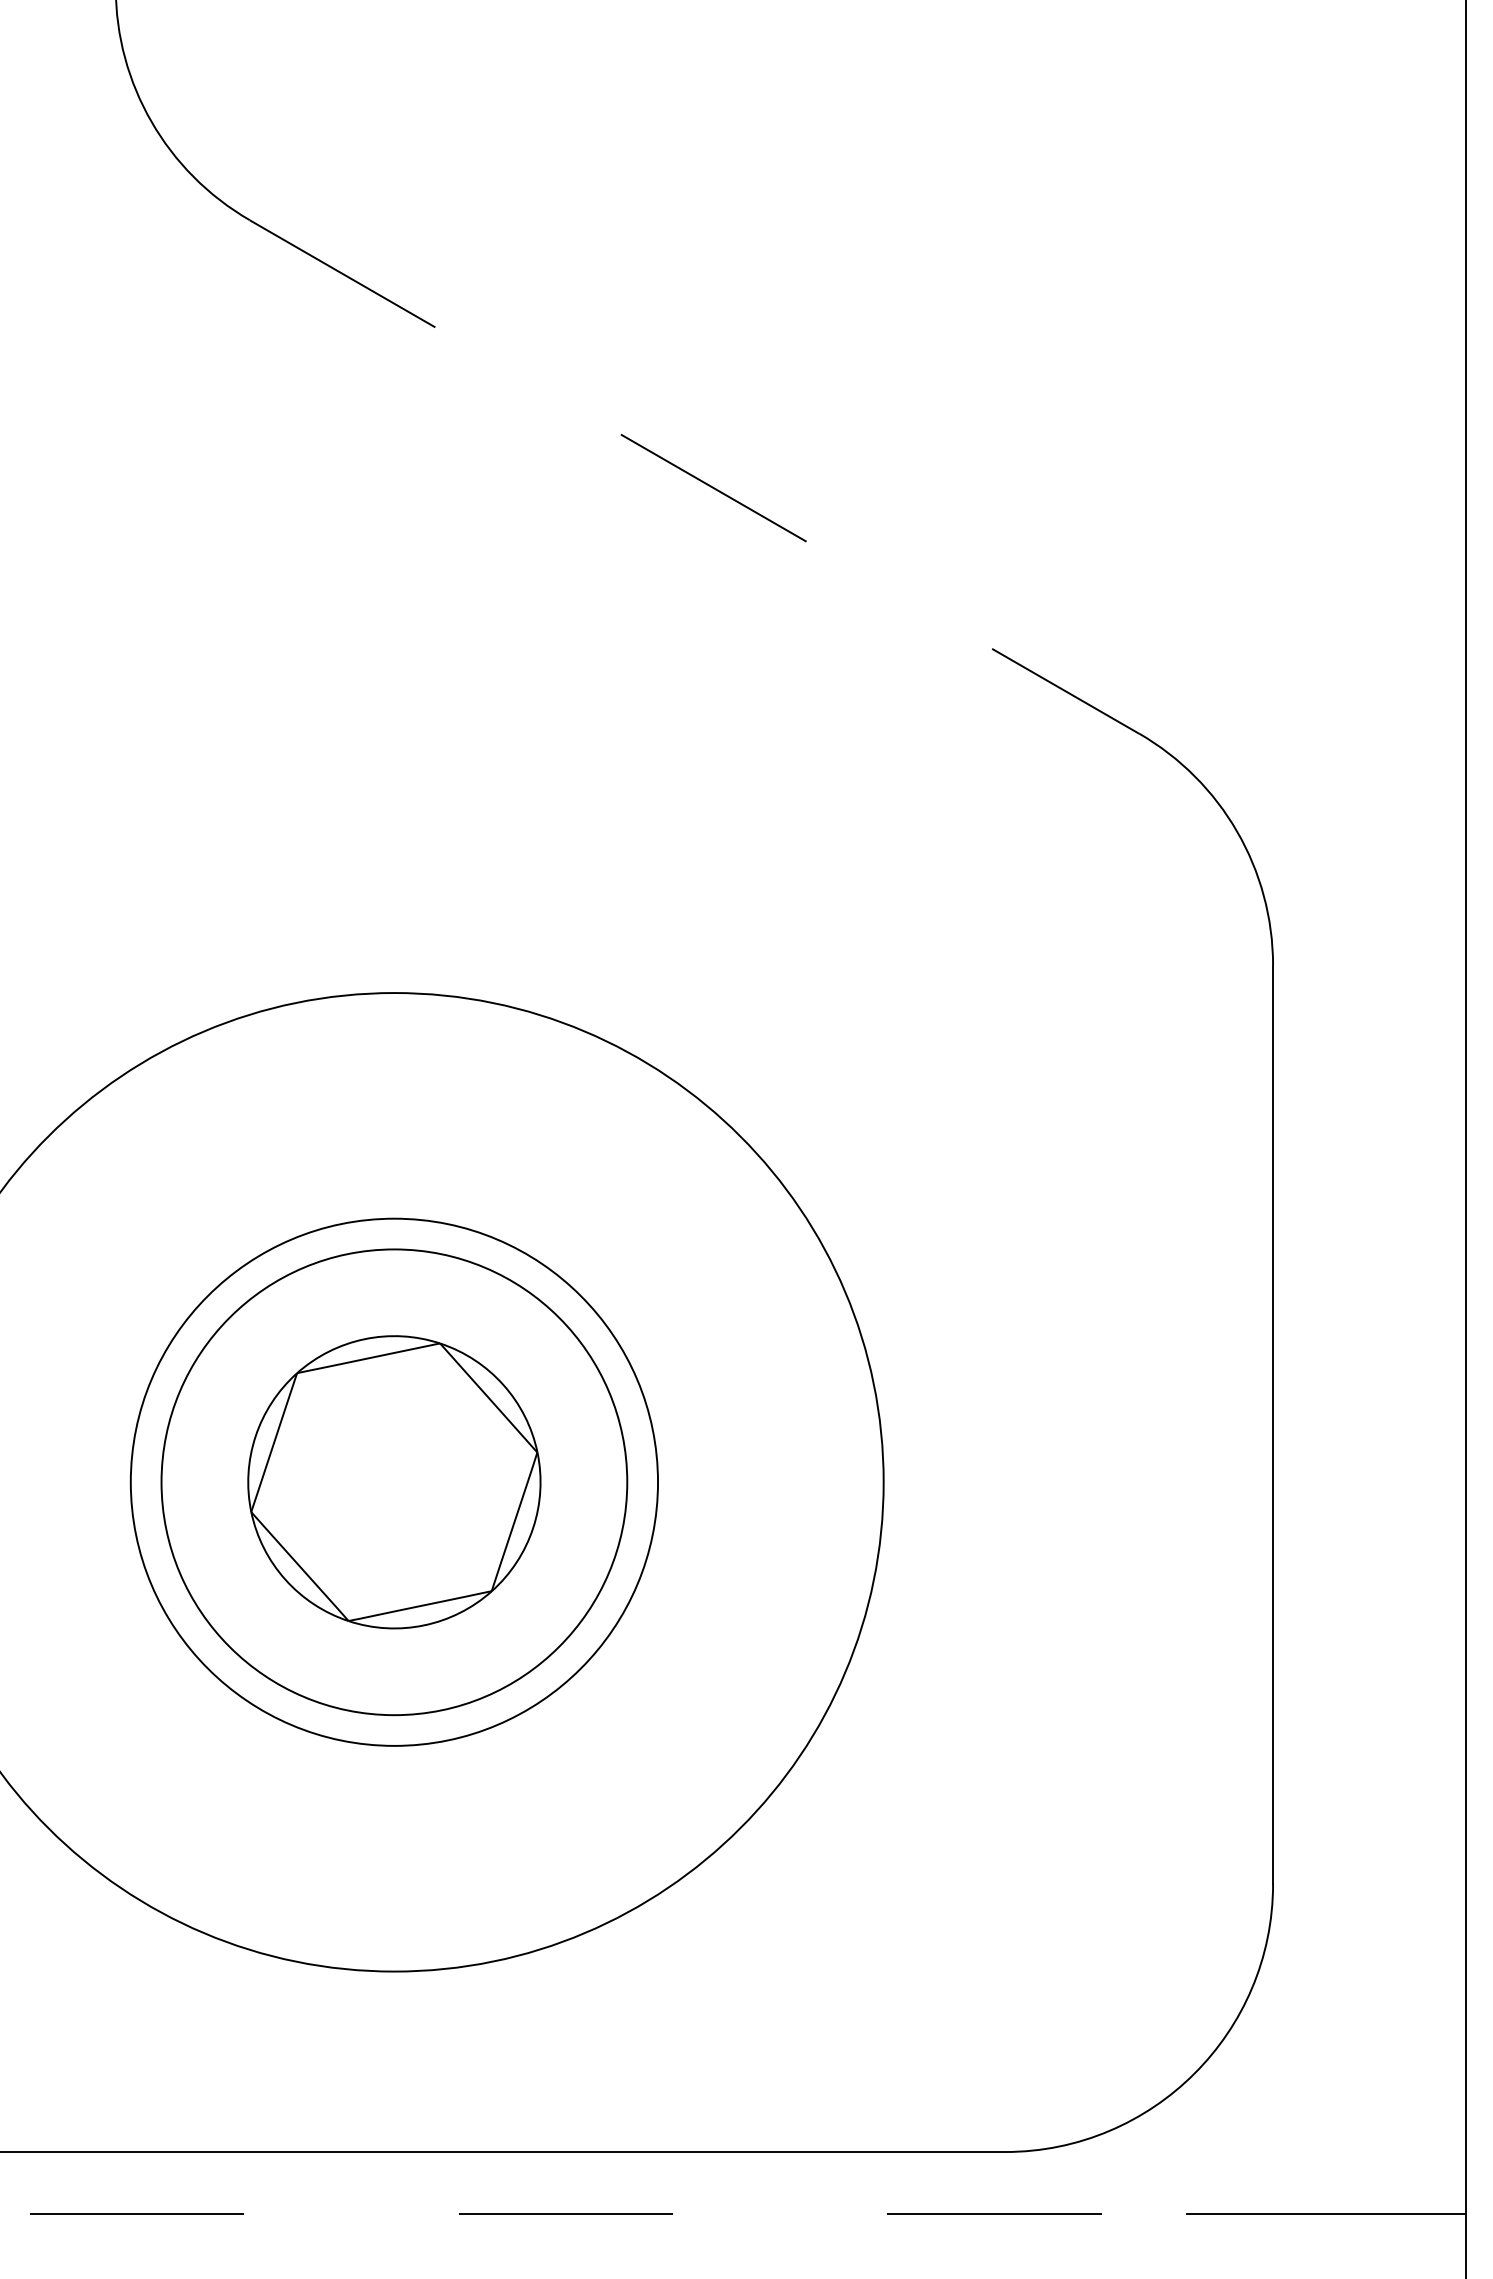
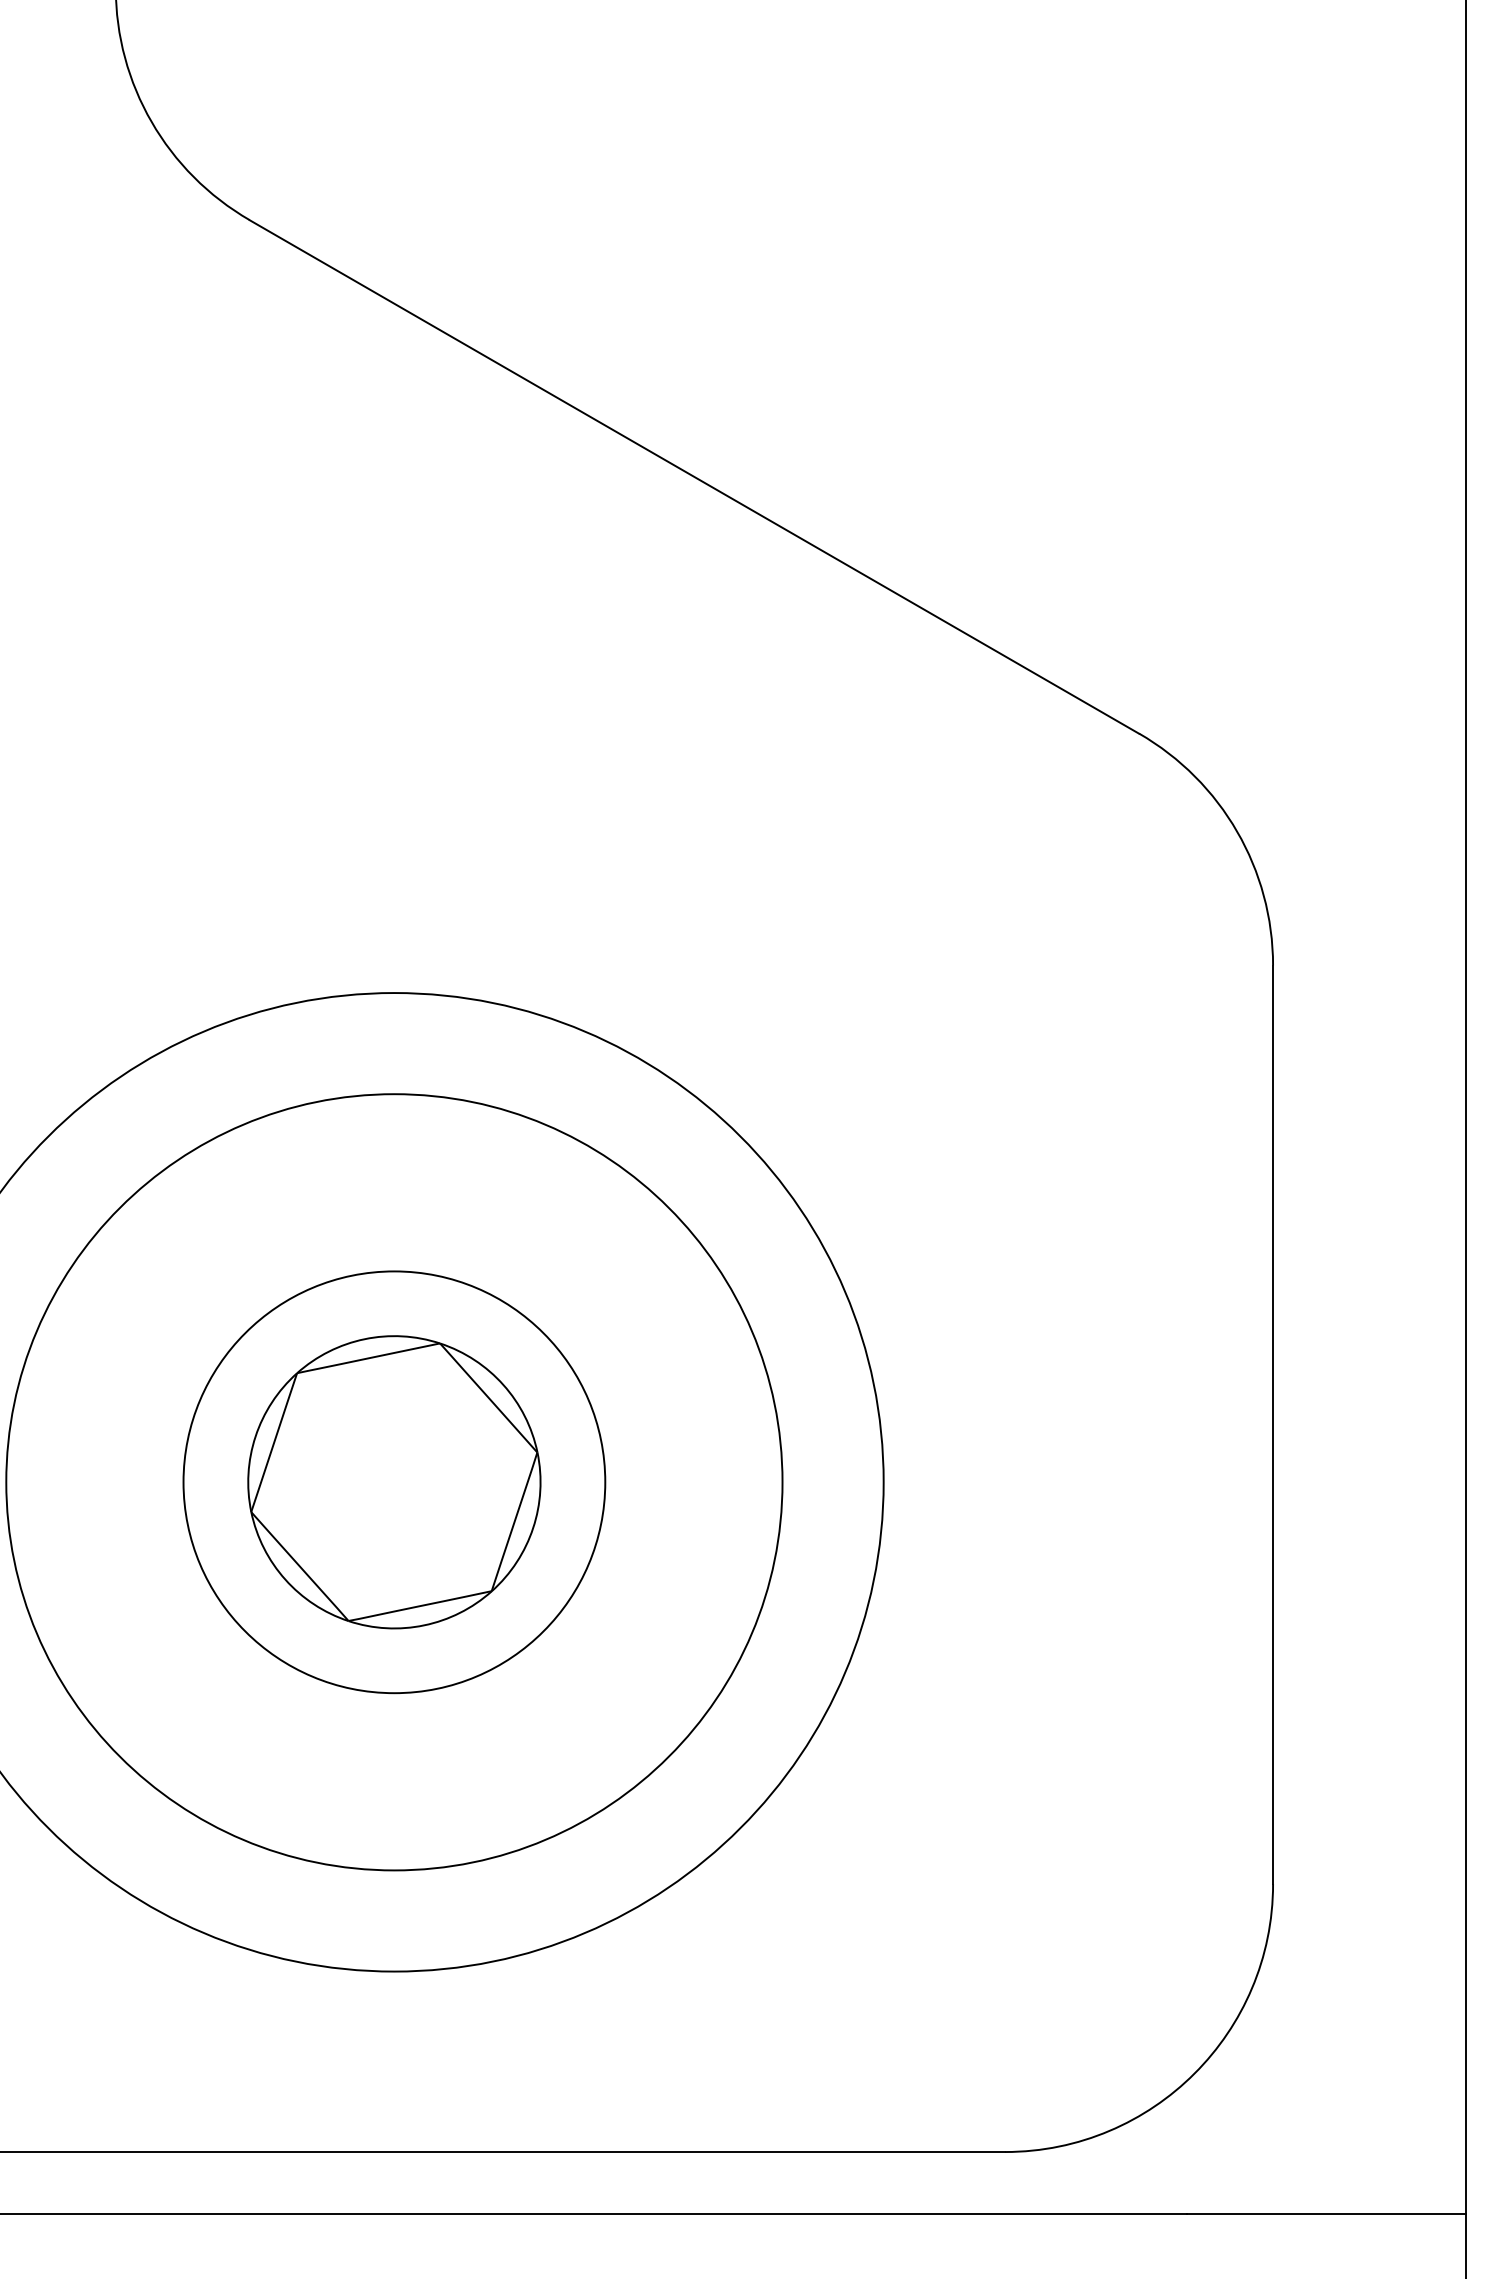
line at (694, 477): dashed -> solid
circle at (394, 1481) diameter: 527 px -> 422 px
circle at (394, 1482) diameter: 466 px -> 776 px
line at (594, 2214): dashed -> solid
